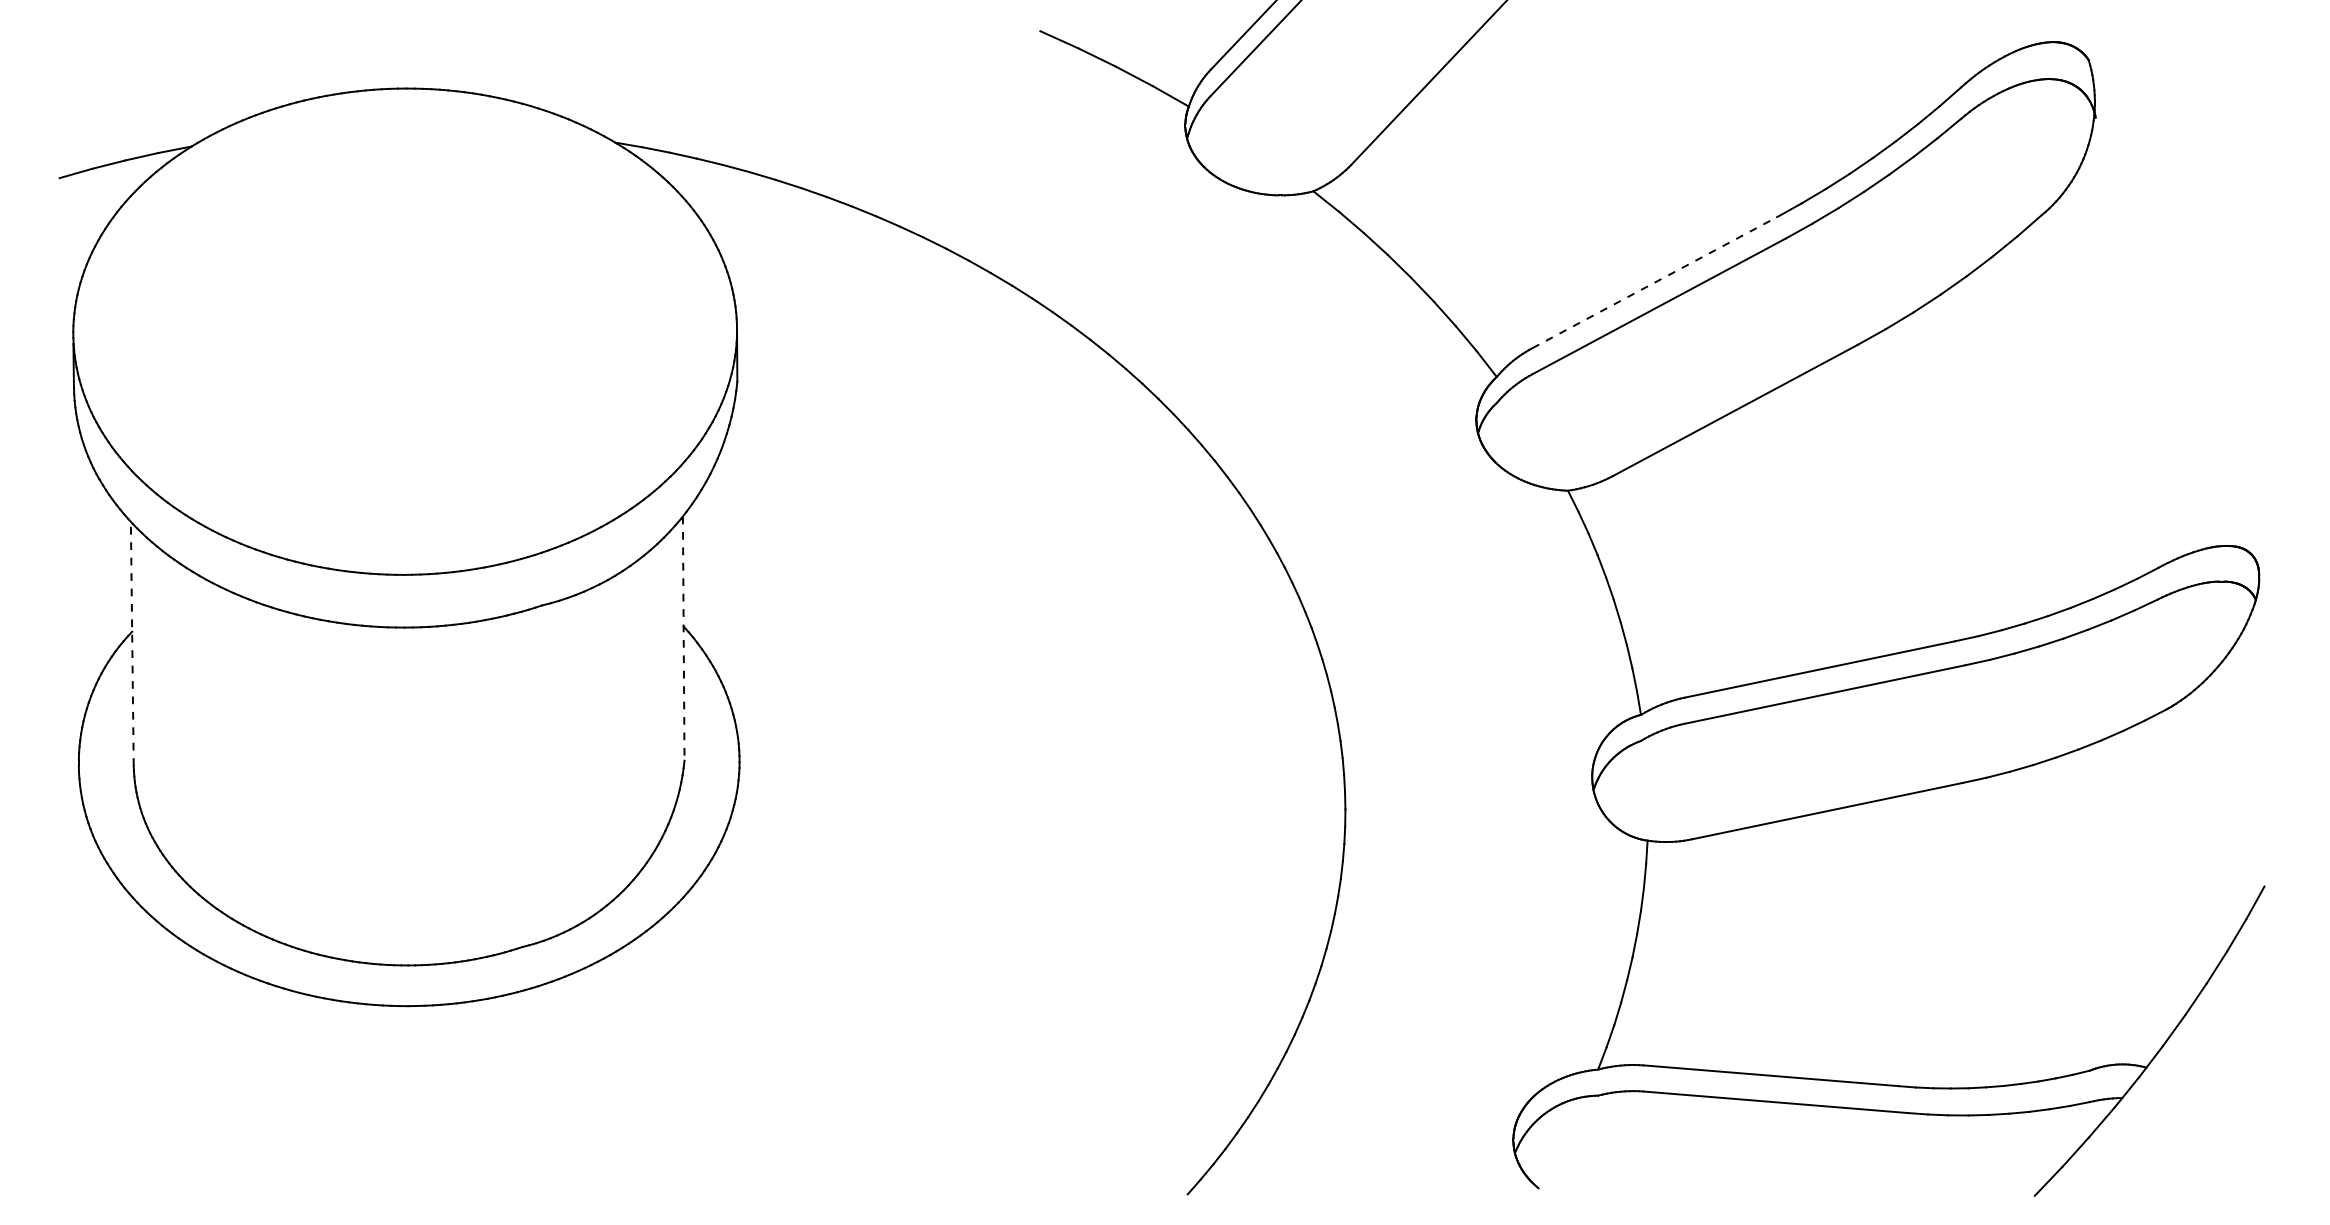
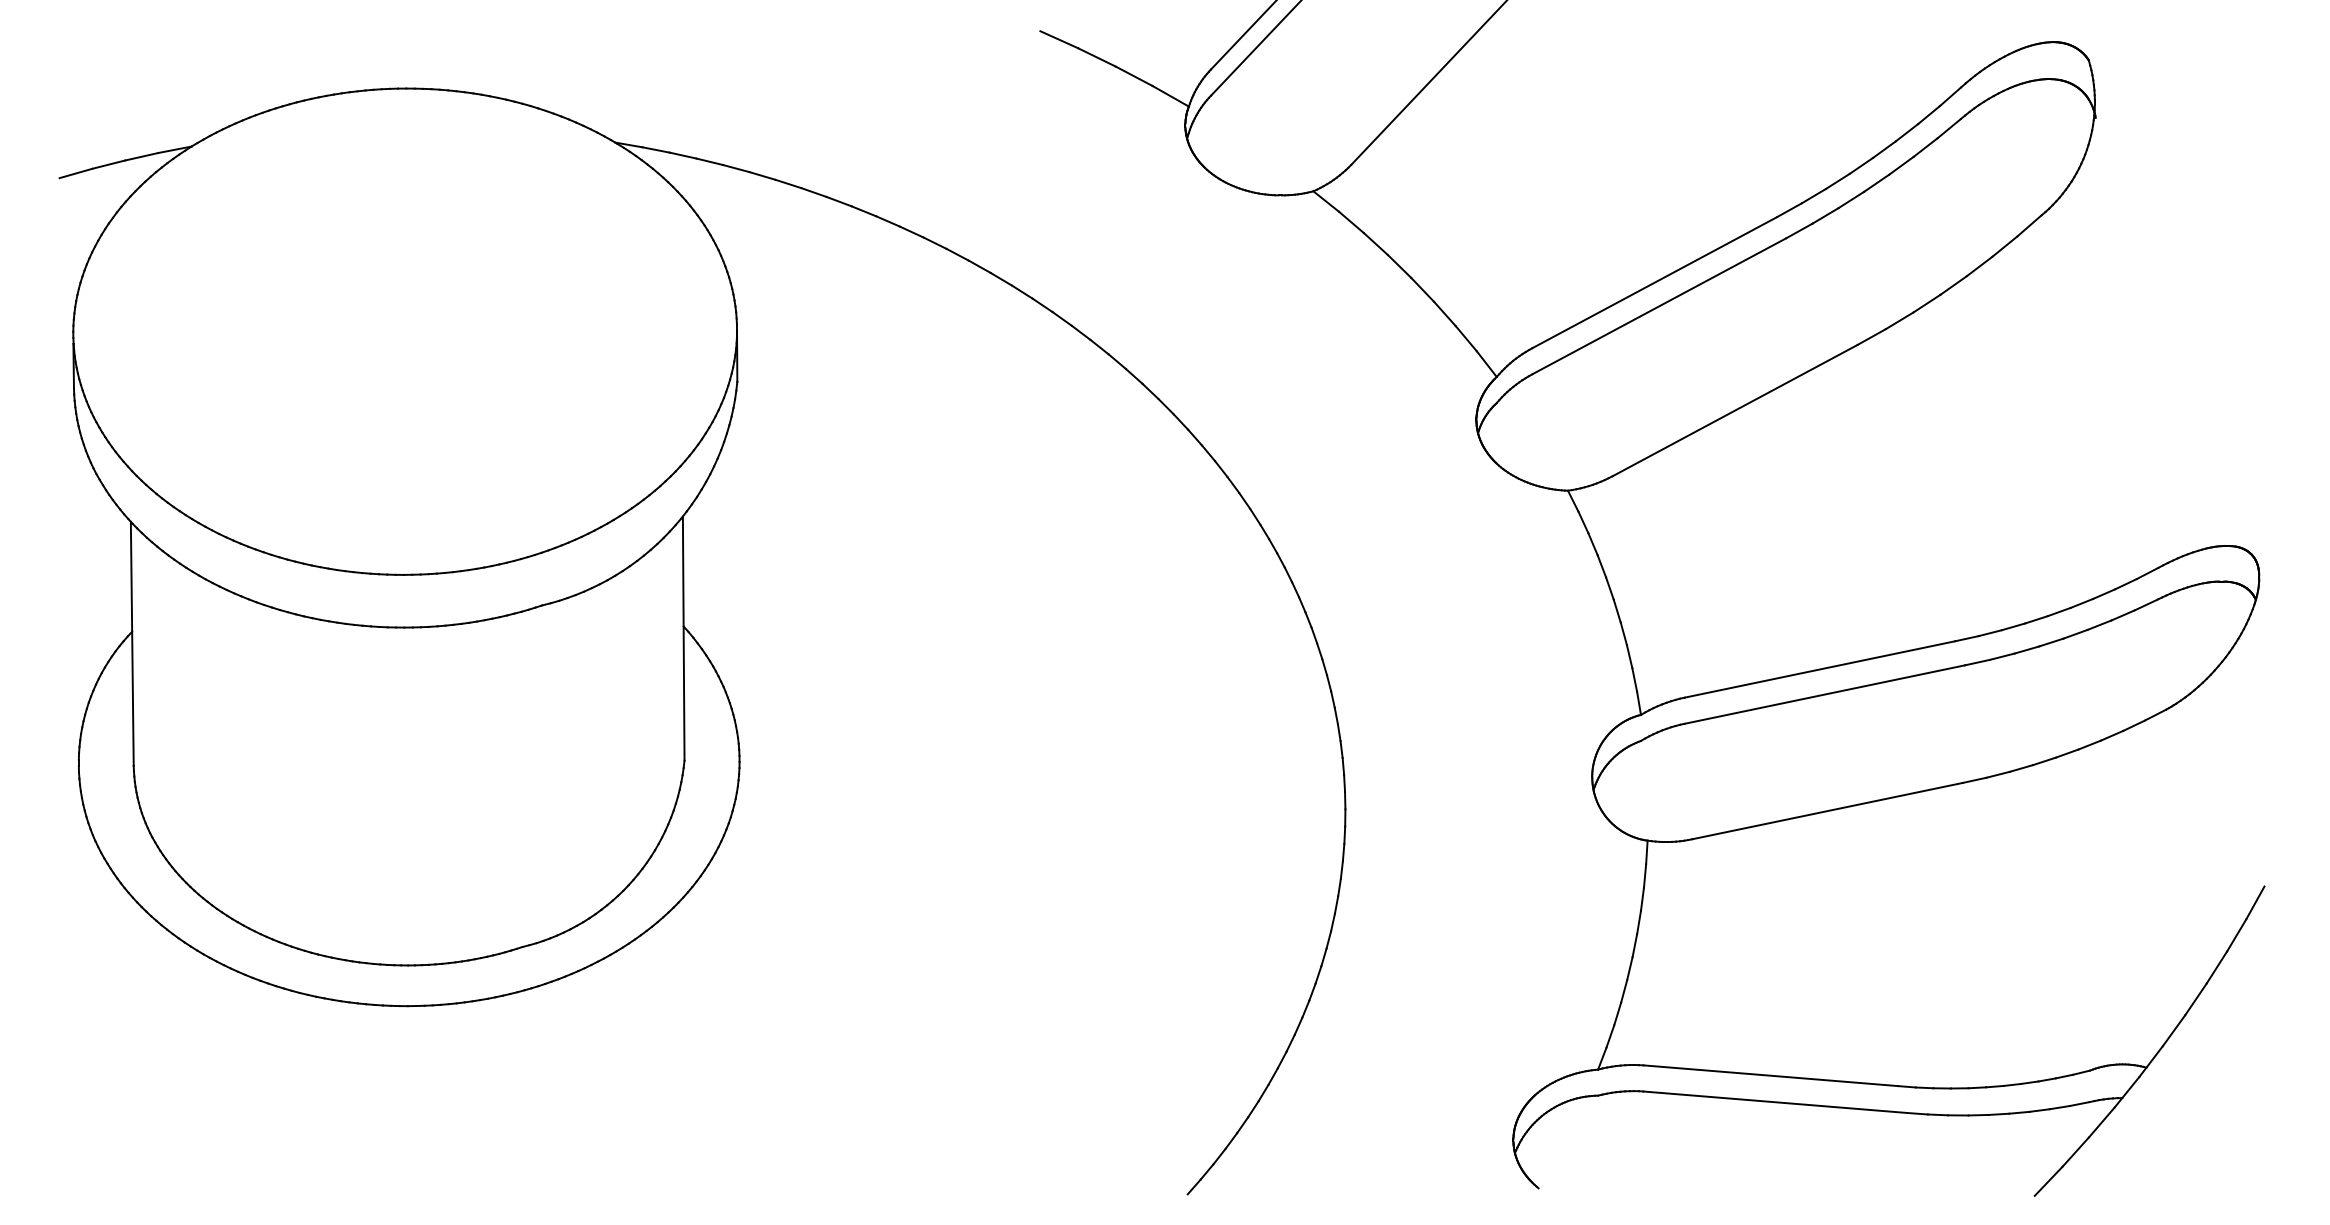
line at (1654, 282): dashed -> solid
line at (683, 639): dashed -> solid
line at (132, 643): dashed -> solid
